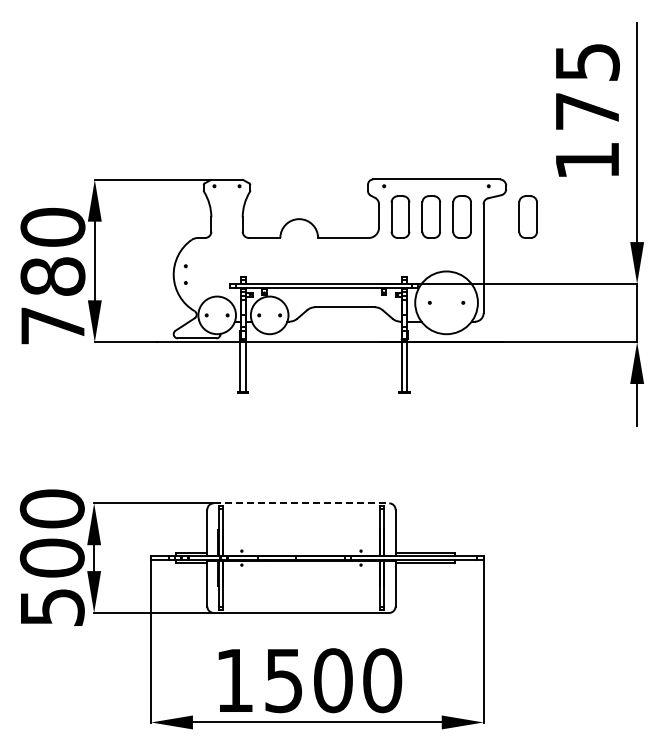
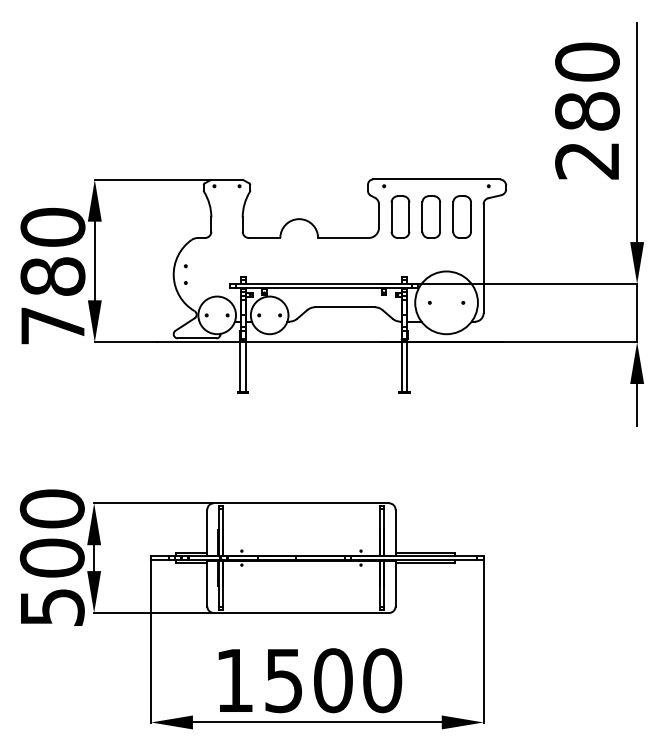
text at (587, 110): 175 -> 280
part at (527, 216): present -> none
line at (301, 503): dashed -> solid
